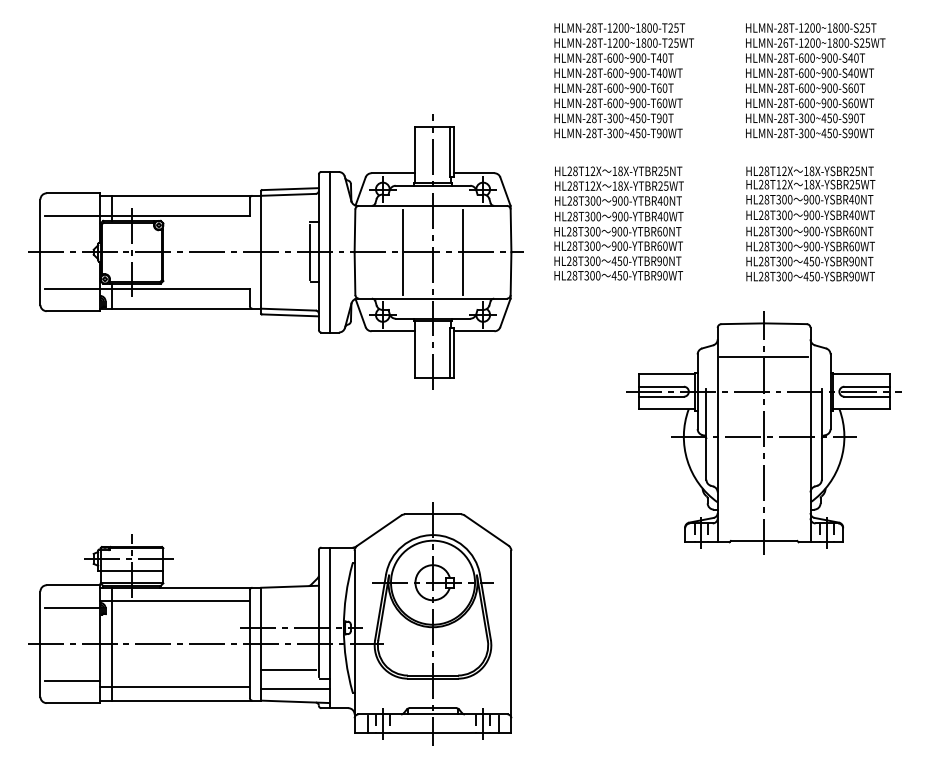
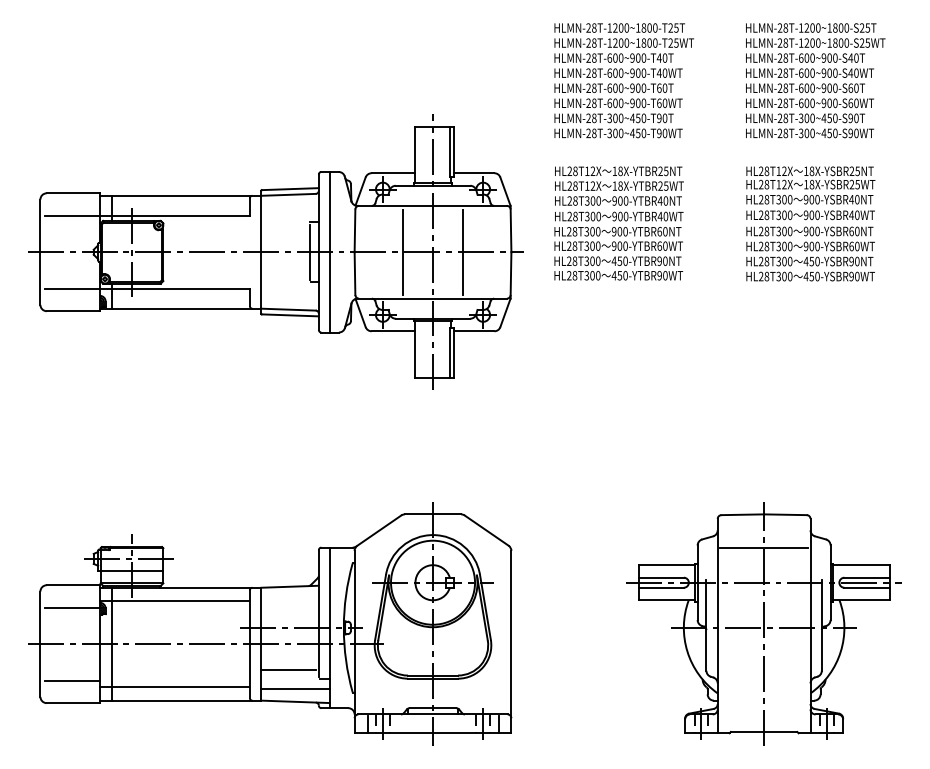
text at (785, 42): HLMN-26T-1200~1800-S25WT -> HLMN-28T-1200~1800-S25WT
part at (763, 432) position: (763, 432) -> (763, 623)
